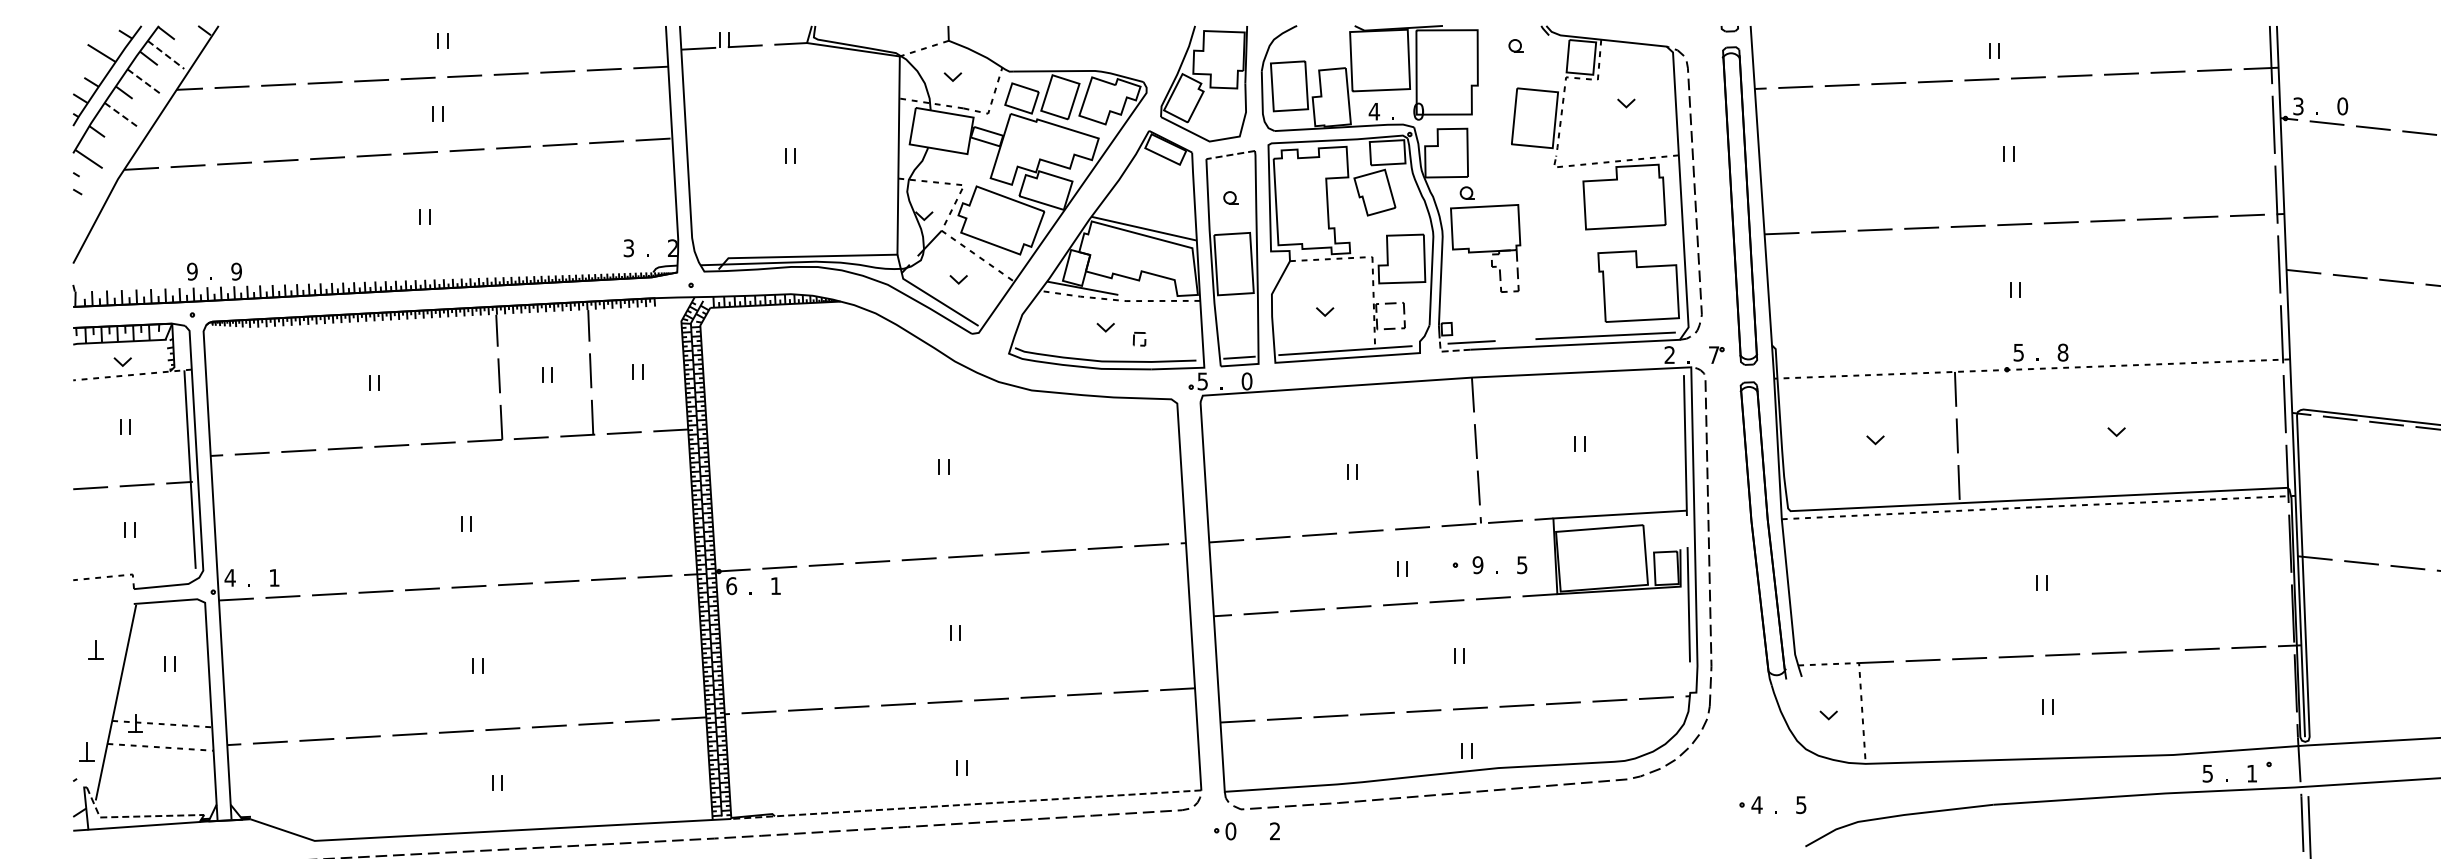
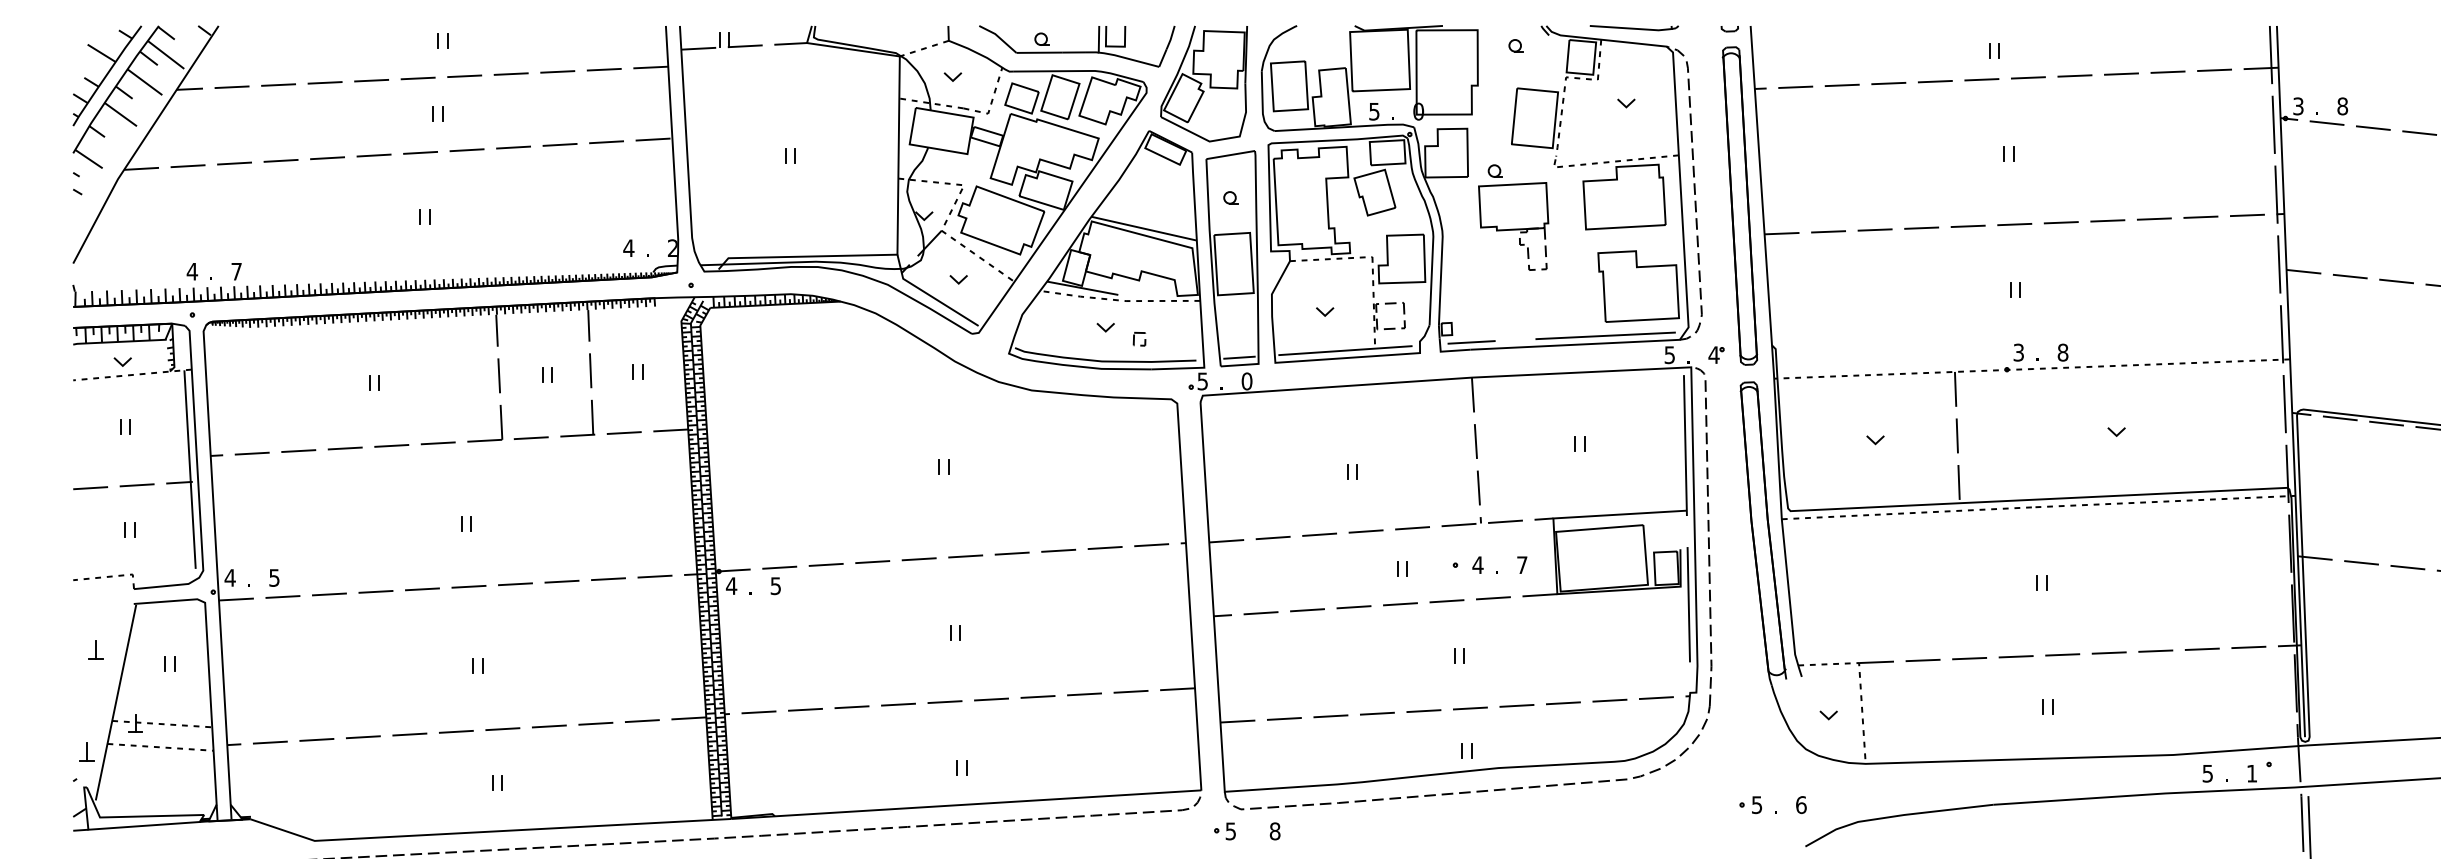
part at (1633, 28): none -> present
part at (1077, 46): none -> present
line at (166, 54): dashed -> solid
line at (144, 82): dashed -> solid
text at (2342, 106): 0 -> 8
text at (1374, 111): 4 -> 5
line at (120, 114): dashed -> solid
line at (1230, 155): dashed -> solid
part at (1485, 239) position: (1485, 239) -> (1513, 217)
text at (628, 248): 3 -> 4
text at (192, 271): 9 -> 4
text at (236, 271): 9 -> 7
line at (1447, 351): dashed -> solid
text at (2018, 351): 5 -> 3
text at (1713, 354): 7 -> 4
text at (1669, 355): 2 -> 5
text at (1477, 565): 9 -> 4
text at (1522, 565): 5 -> 7
text at (274, 577): 1 -> 5
text at (731, 586): 6 -> 4
text at (775, 586): 1 -> 5
line at (965, 804): dashed -> solid
text at (1756, 805): 4 -> 5
text at (1801, 805): 5 -> 6
line at (135, 816): dashed -> solid
text at (1230, 831): 0 -> 5
text at (1274, 831): 2 -> 8
